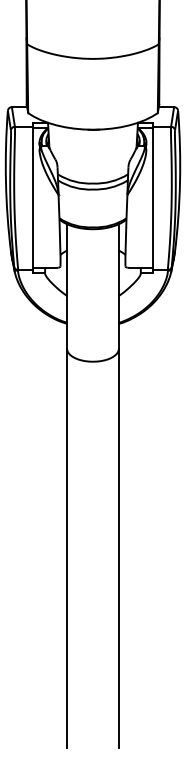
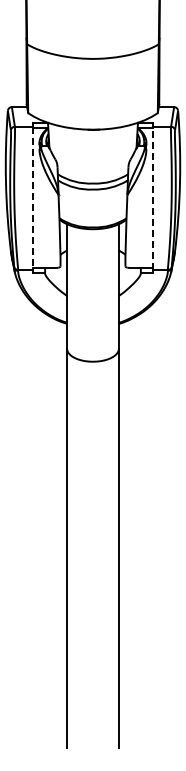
line at (32, 198): solid -> dashed
line at (153, 198): solid -> dashed
